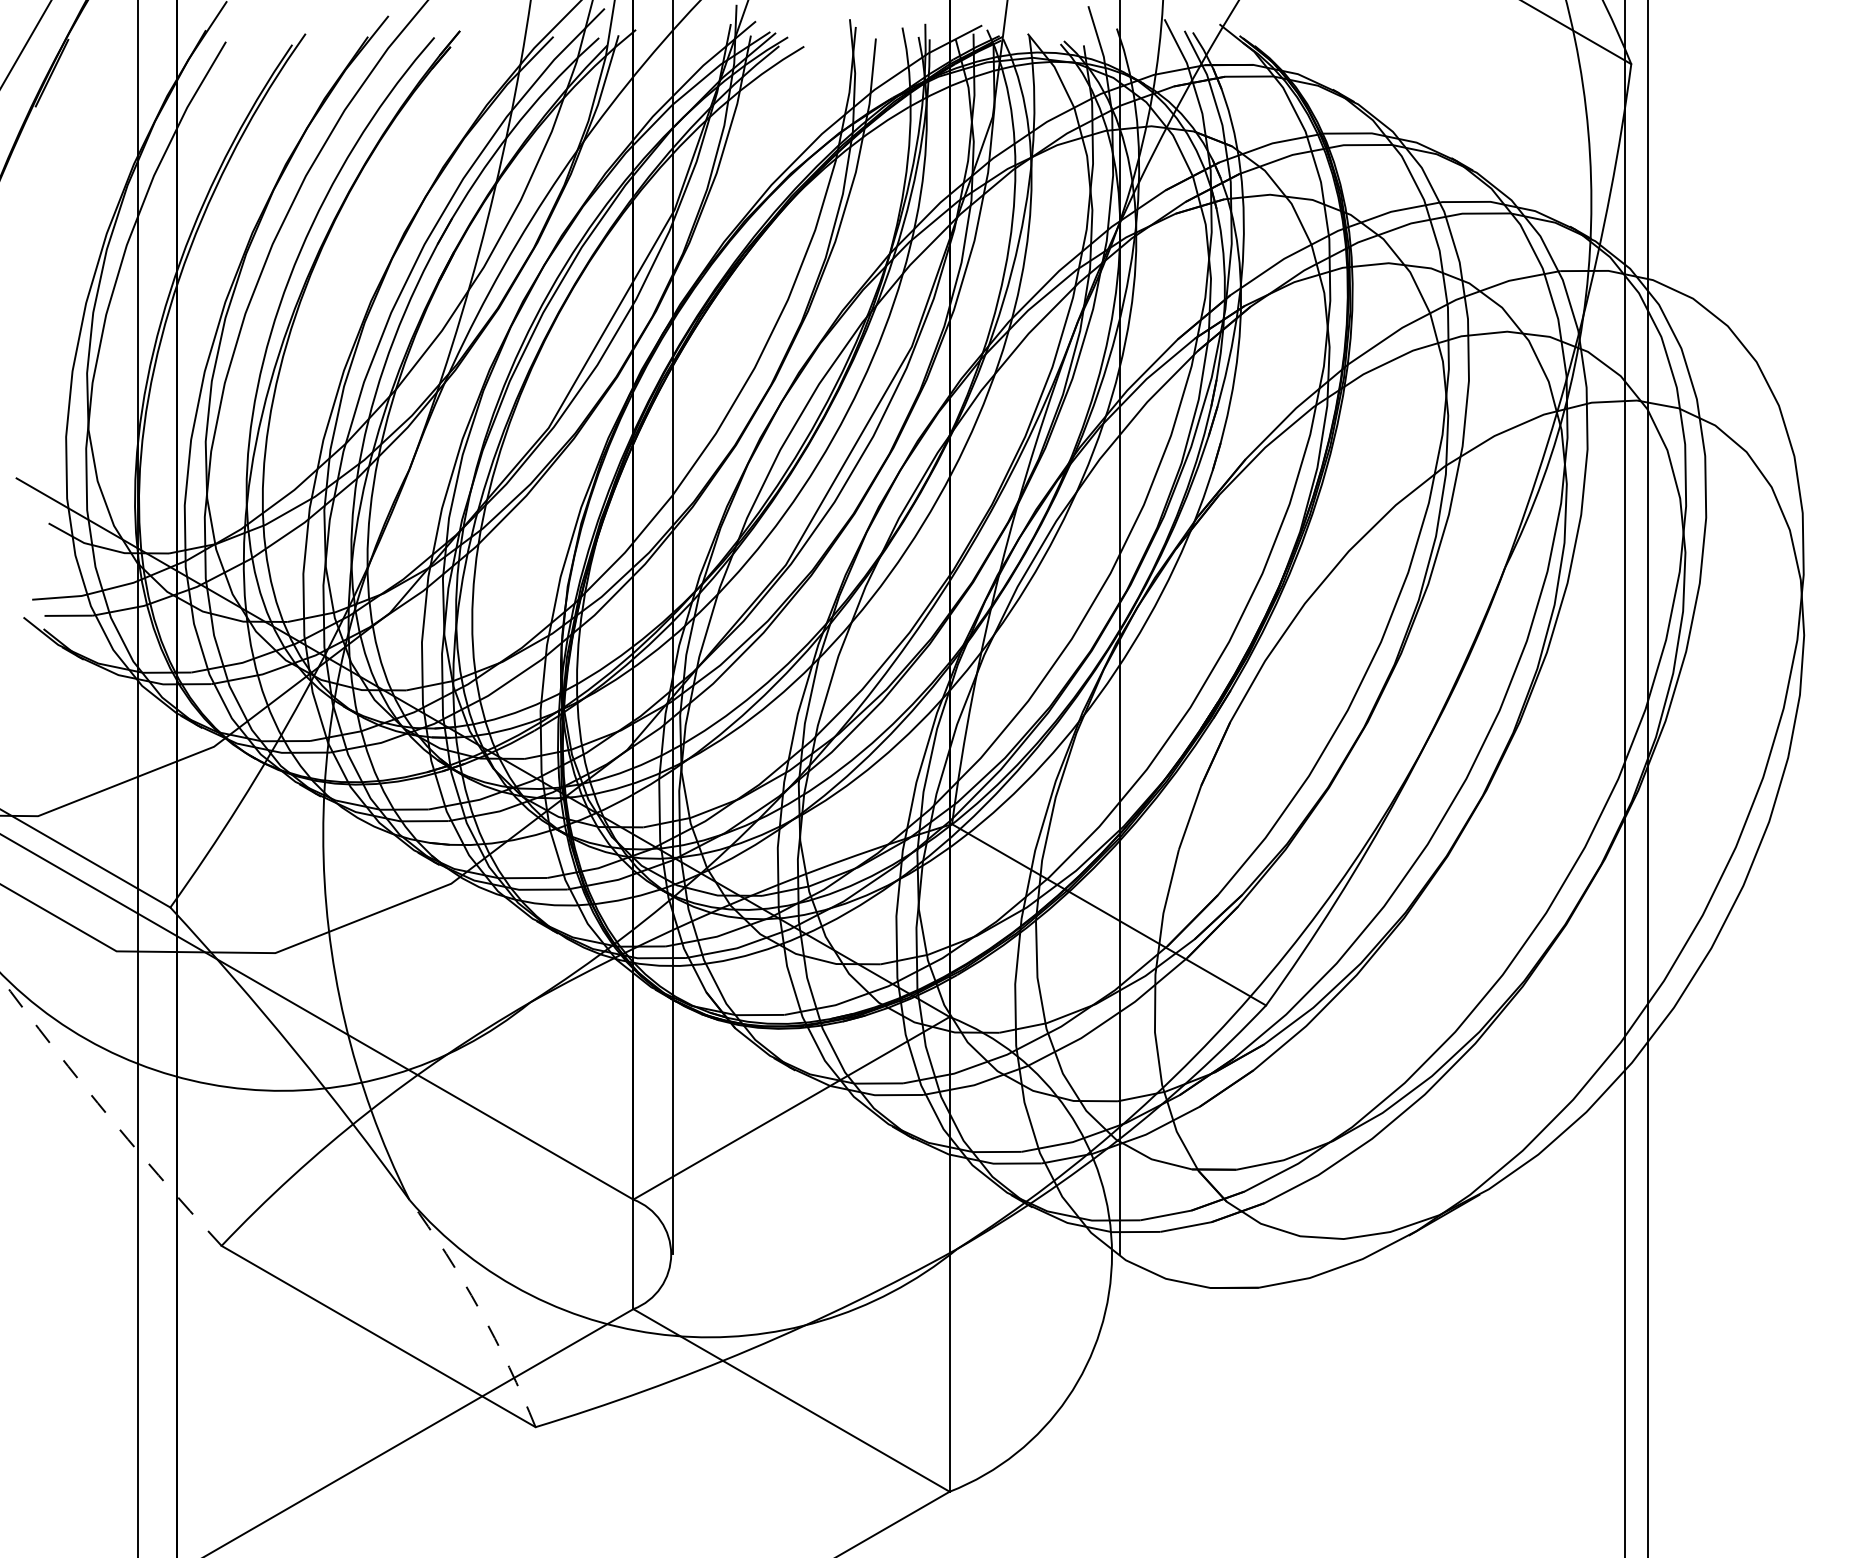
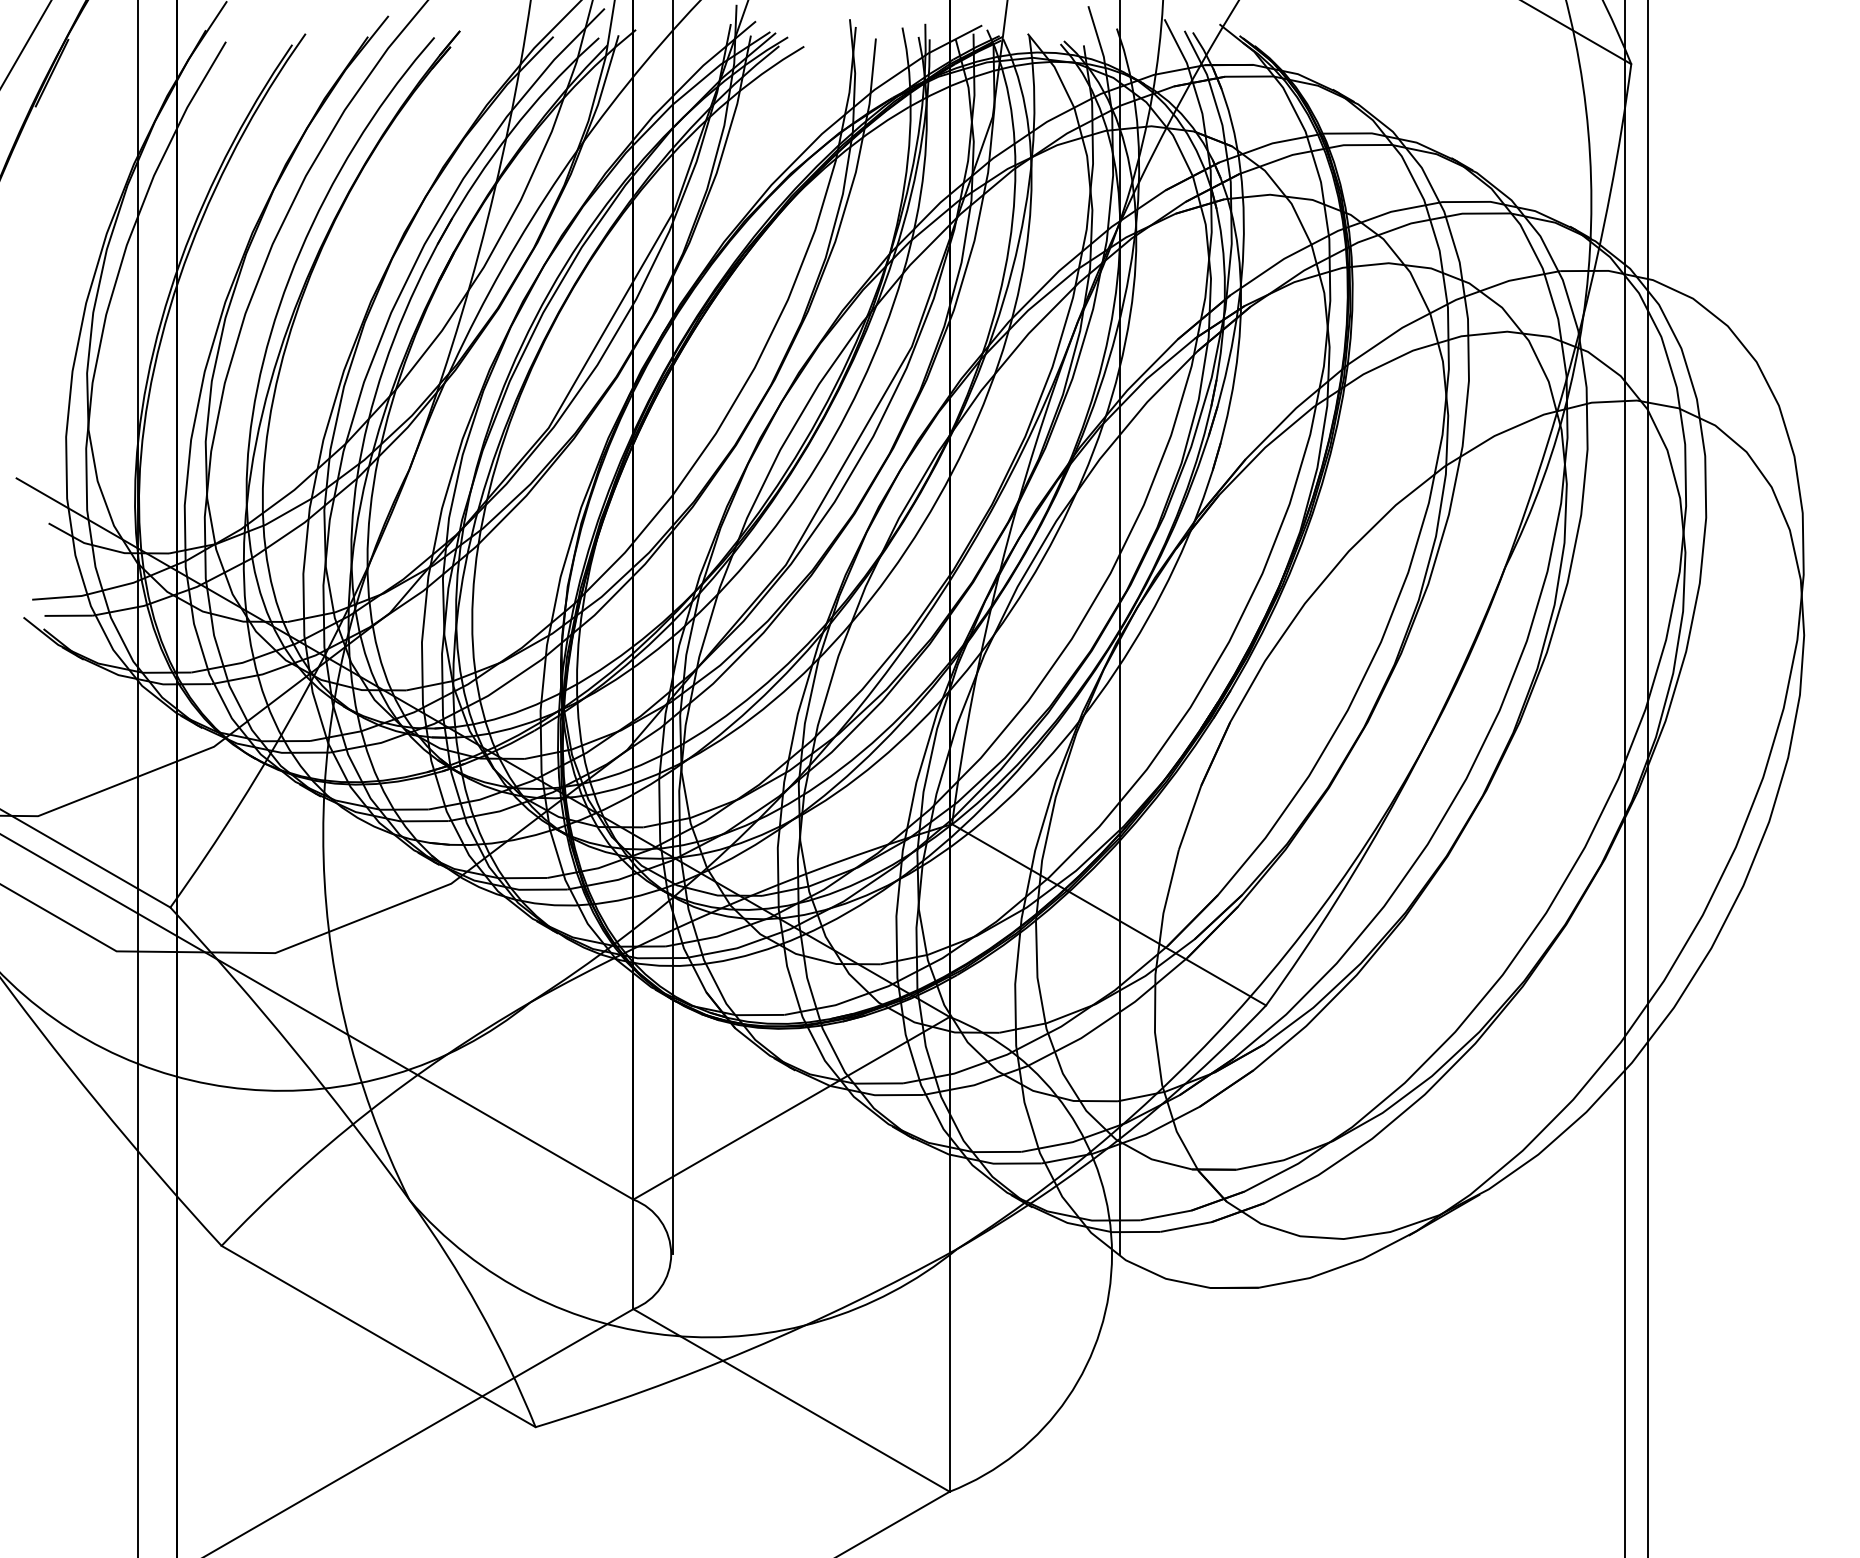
arc at (107, 1114): dashed -> solid
arc at (479, 1309): dashed -> solid
